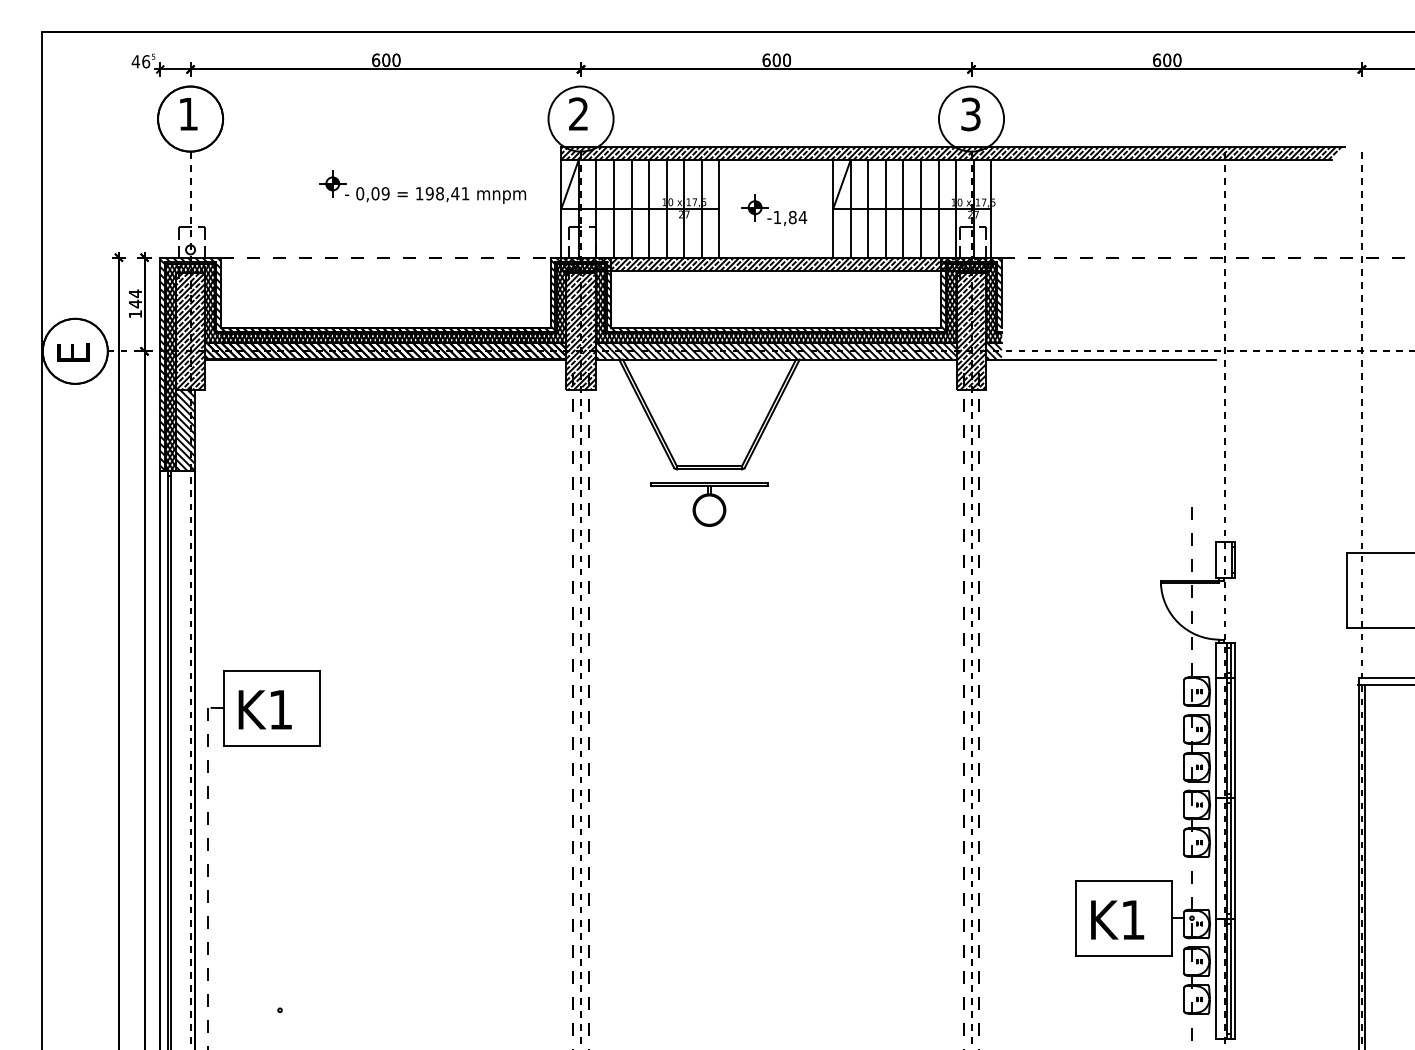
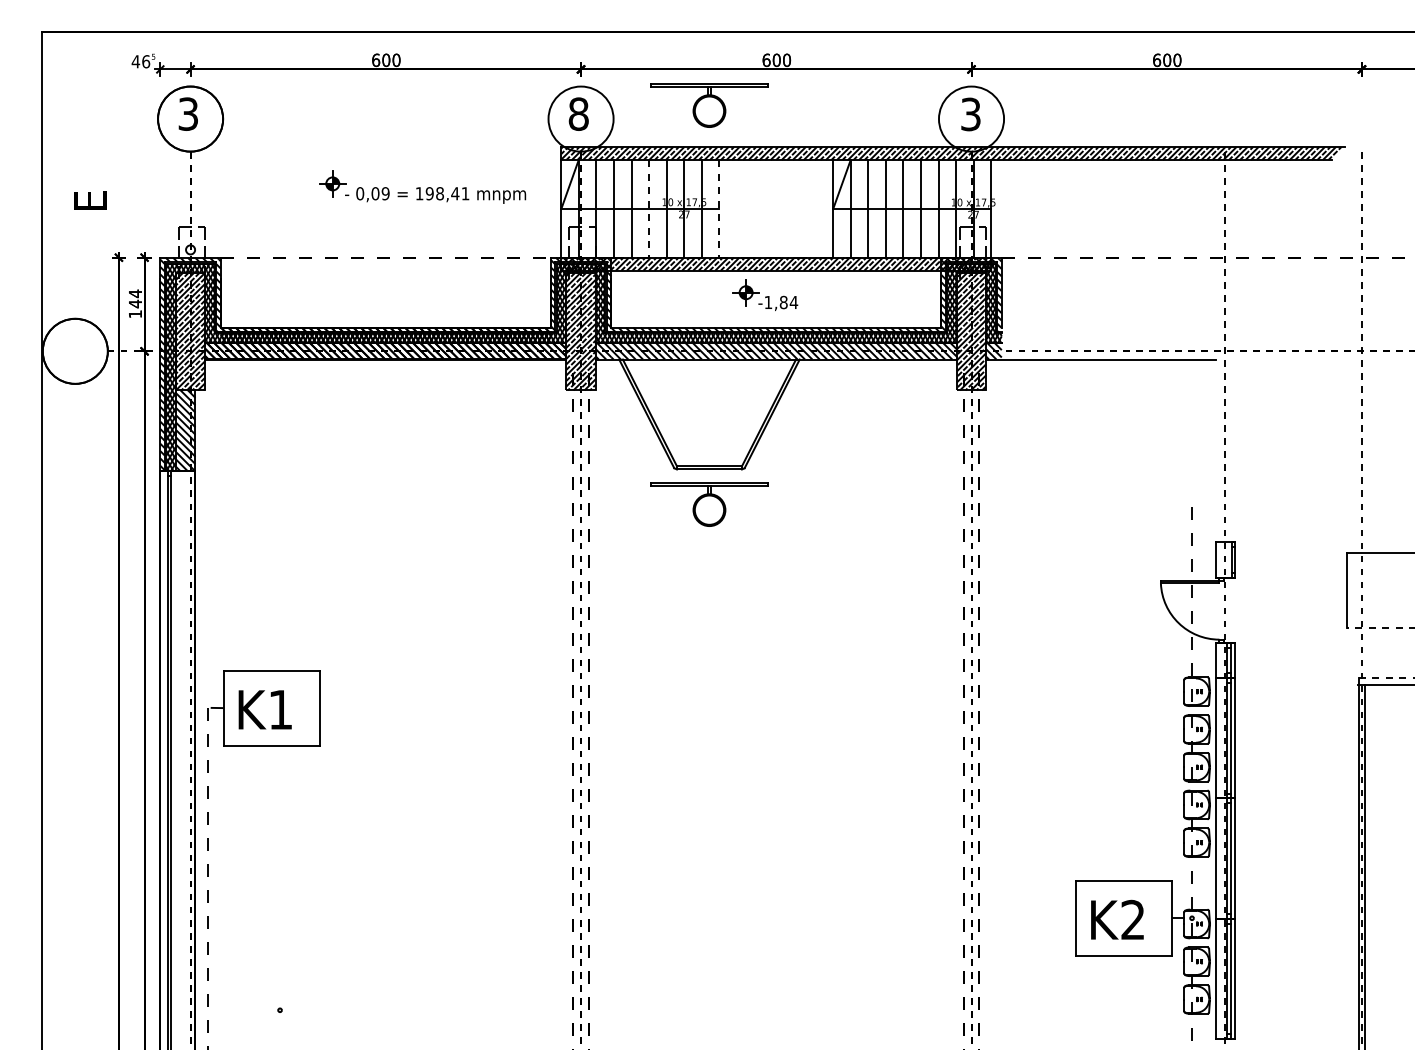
part at (709, 105): none -> present
text at (187, 113): 1 -> 3
text at (578, 113): 2 -> 8
line at (649, 208): solid -> dashed
line at (719, 208): solid -> dashed
part at (774, 209) position: (774, 209) -> (765, 294)
text at (73, 352) position: (73, 352) -> (90, 200)
line at (1380, 627): solid -> dashed
line at (1386, 678): solid -> dashed
text at (1132, 919): K1 -> K2
